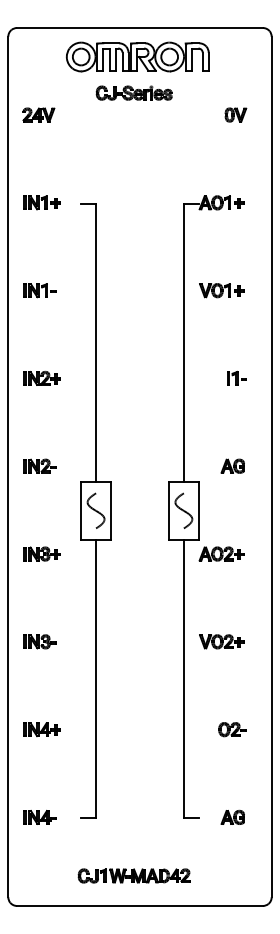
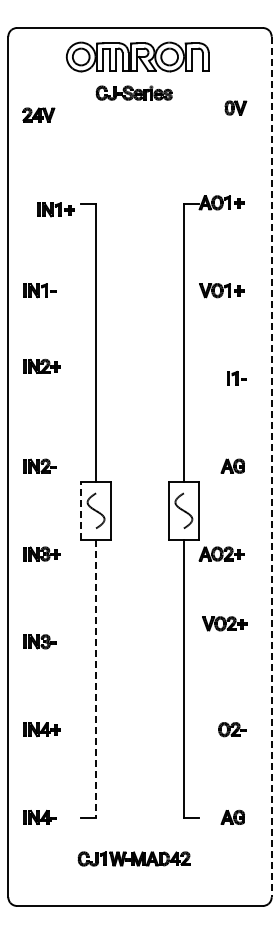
part at (235, 114) position: (235, 114) -> (235, 107)
part at (41, 202) position: (41, 202) -> (55, 209)
part at (41, 377) position: (41, 377) -> (41, 365)
line at (271, 467): solid -> dashed
line at (81, 510): solid -> dashed
part at (221, 641) position: (221, 641) -> (224, 623)
line at (96, 679): solid -> dashed
part at (133, 875) position: (133, 875) -> (133, 858)
